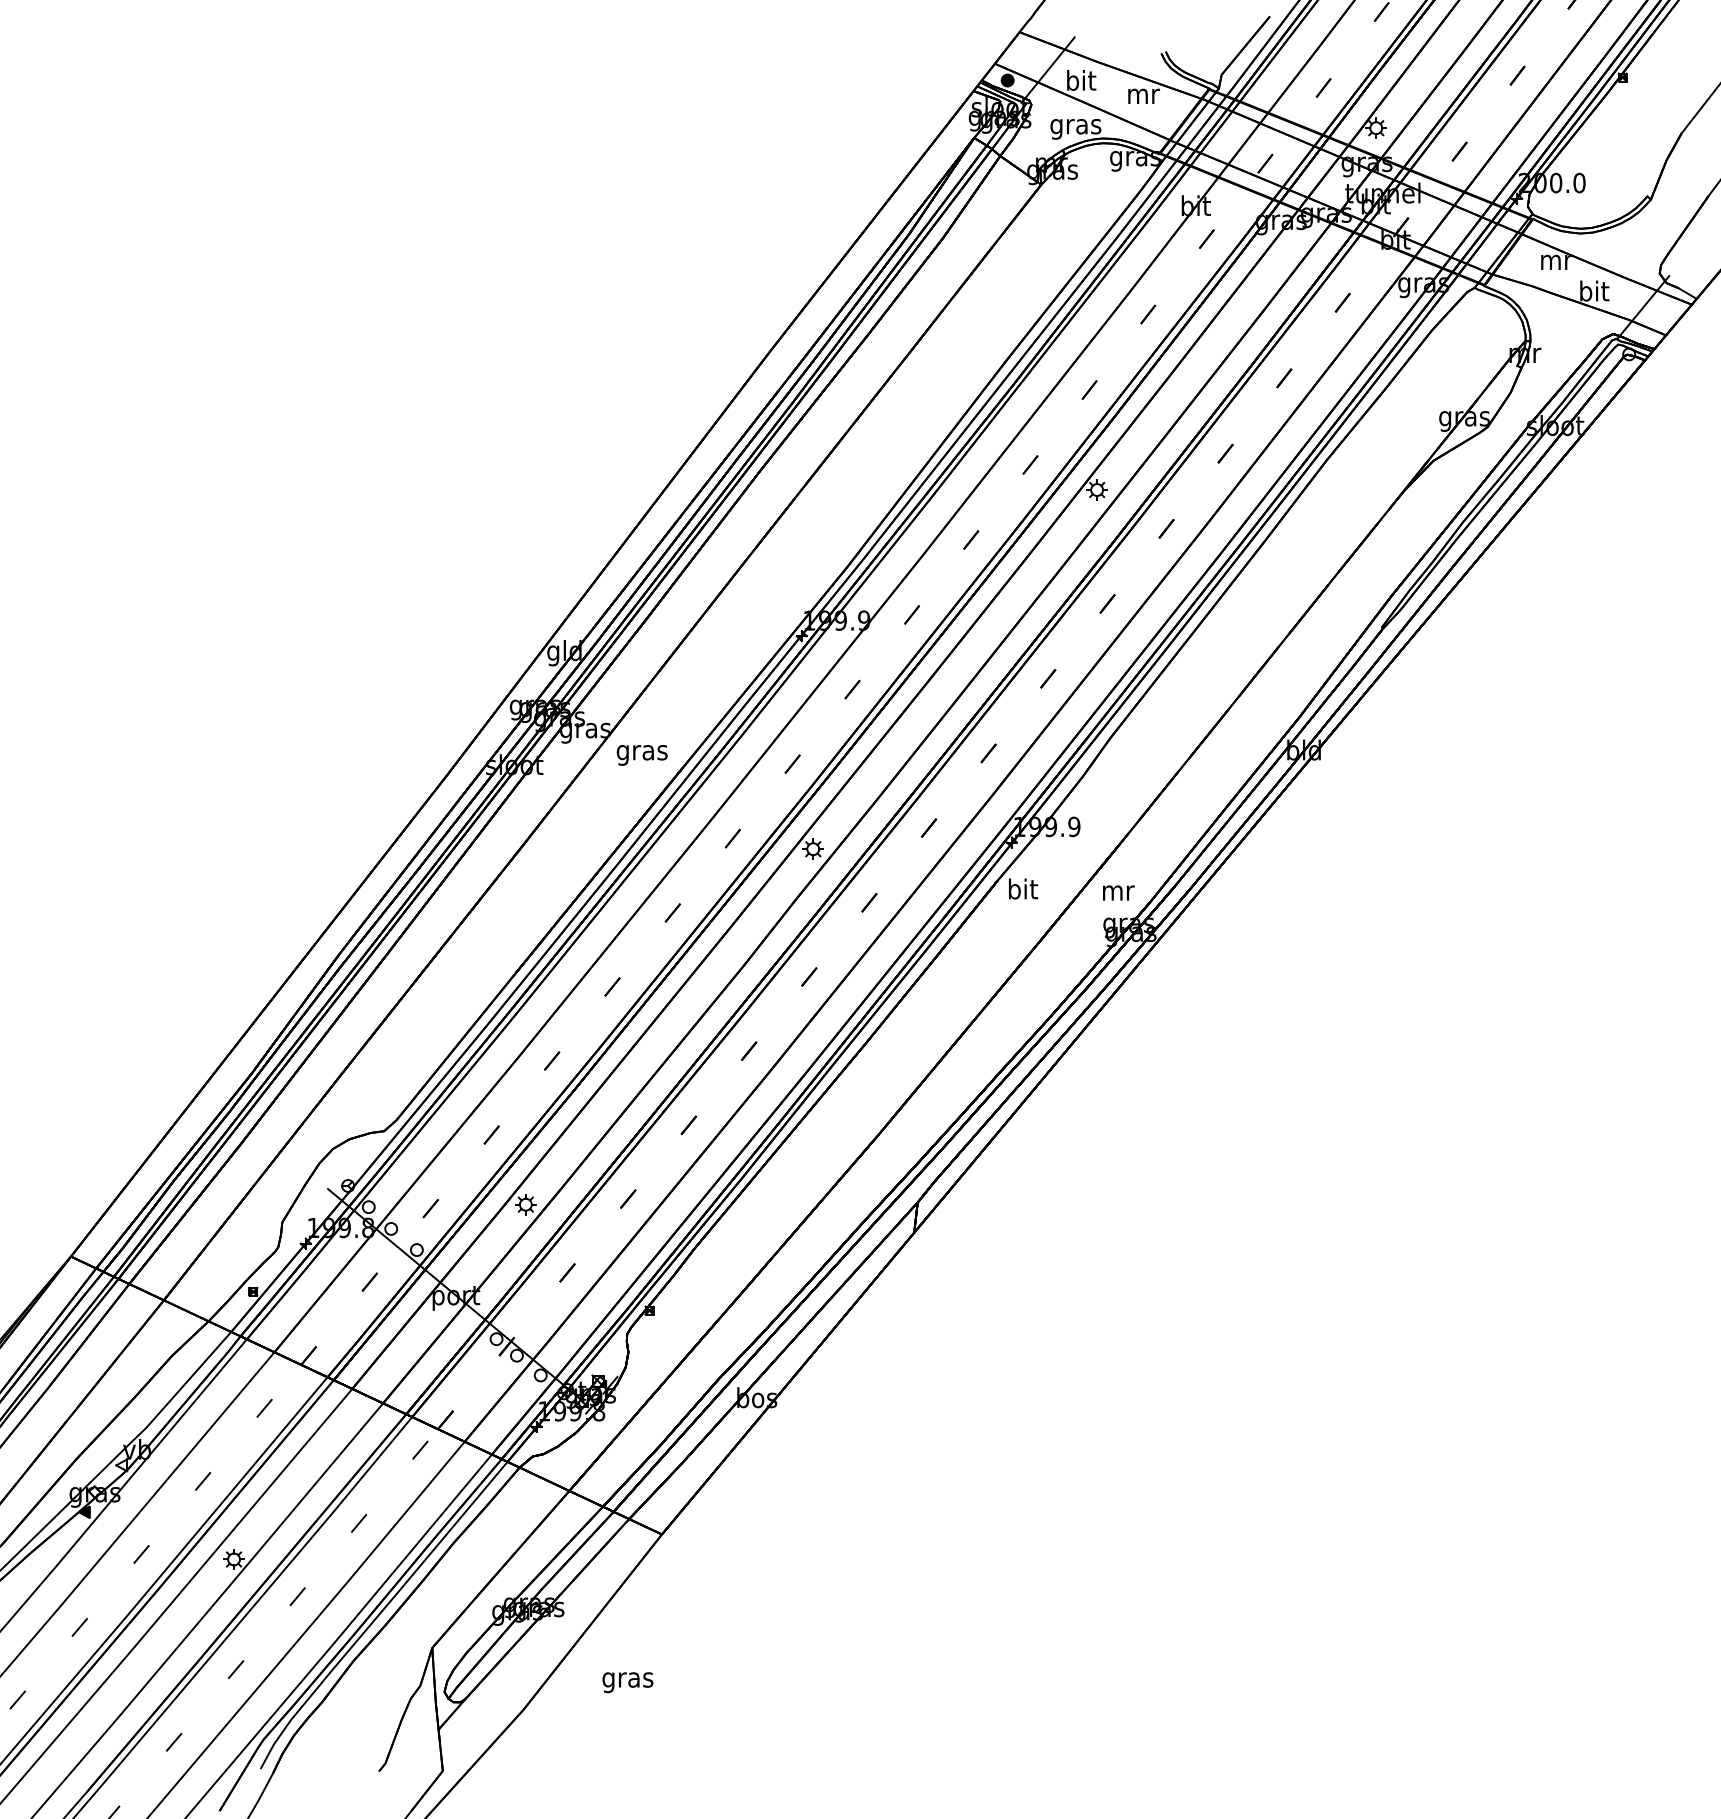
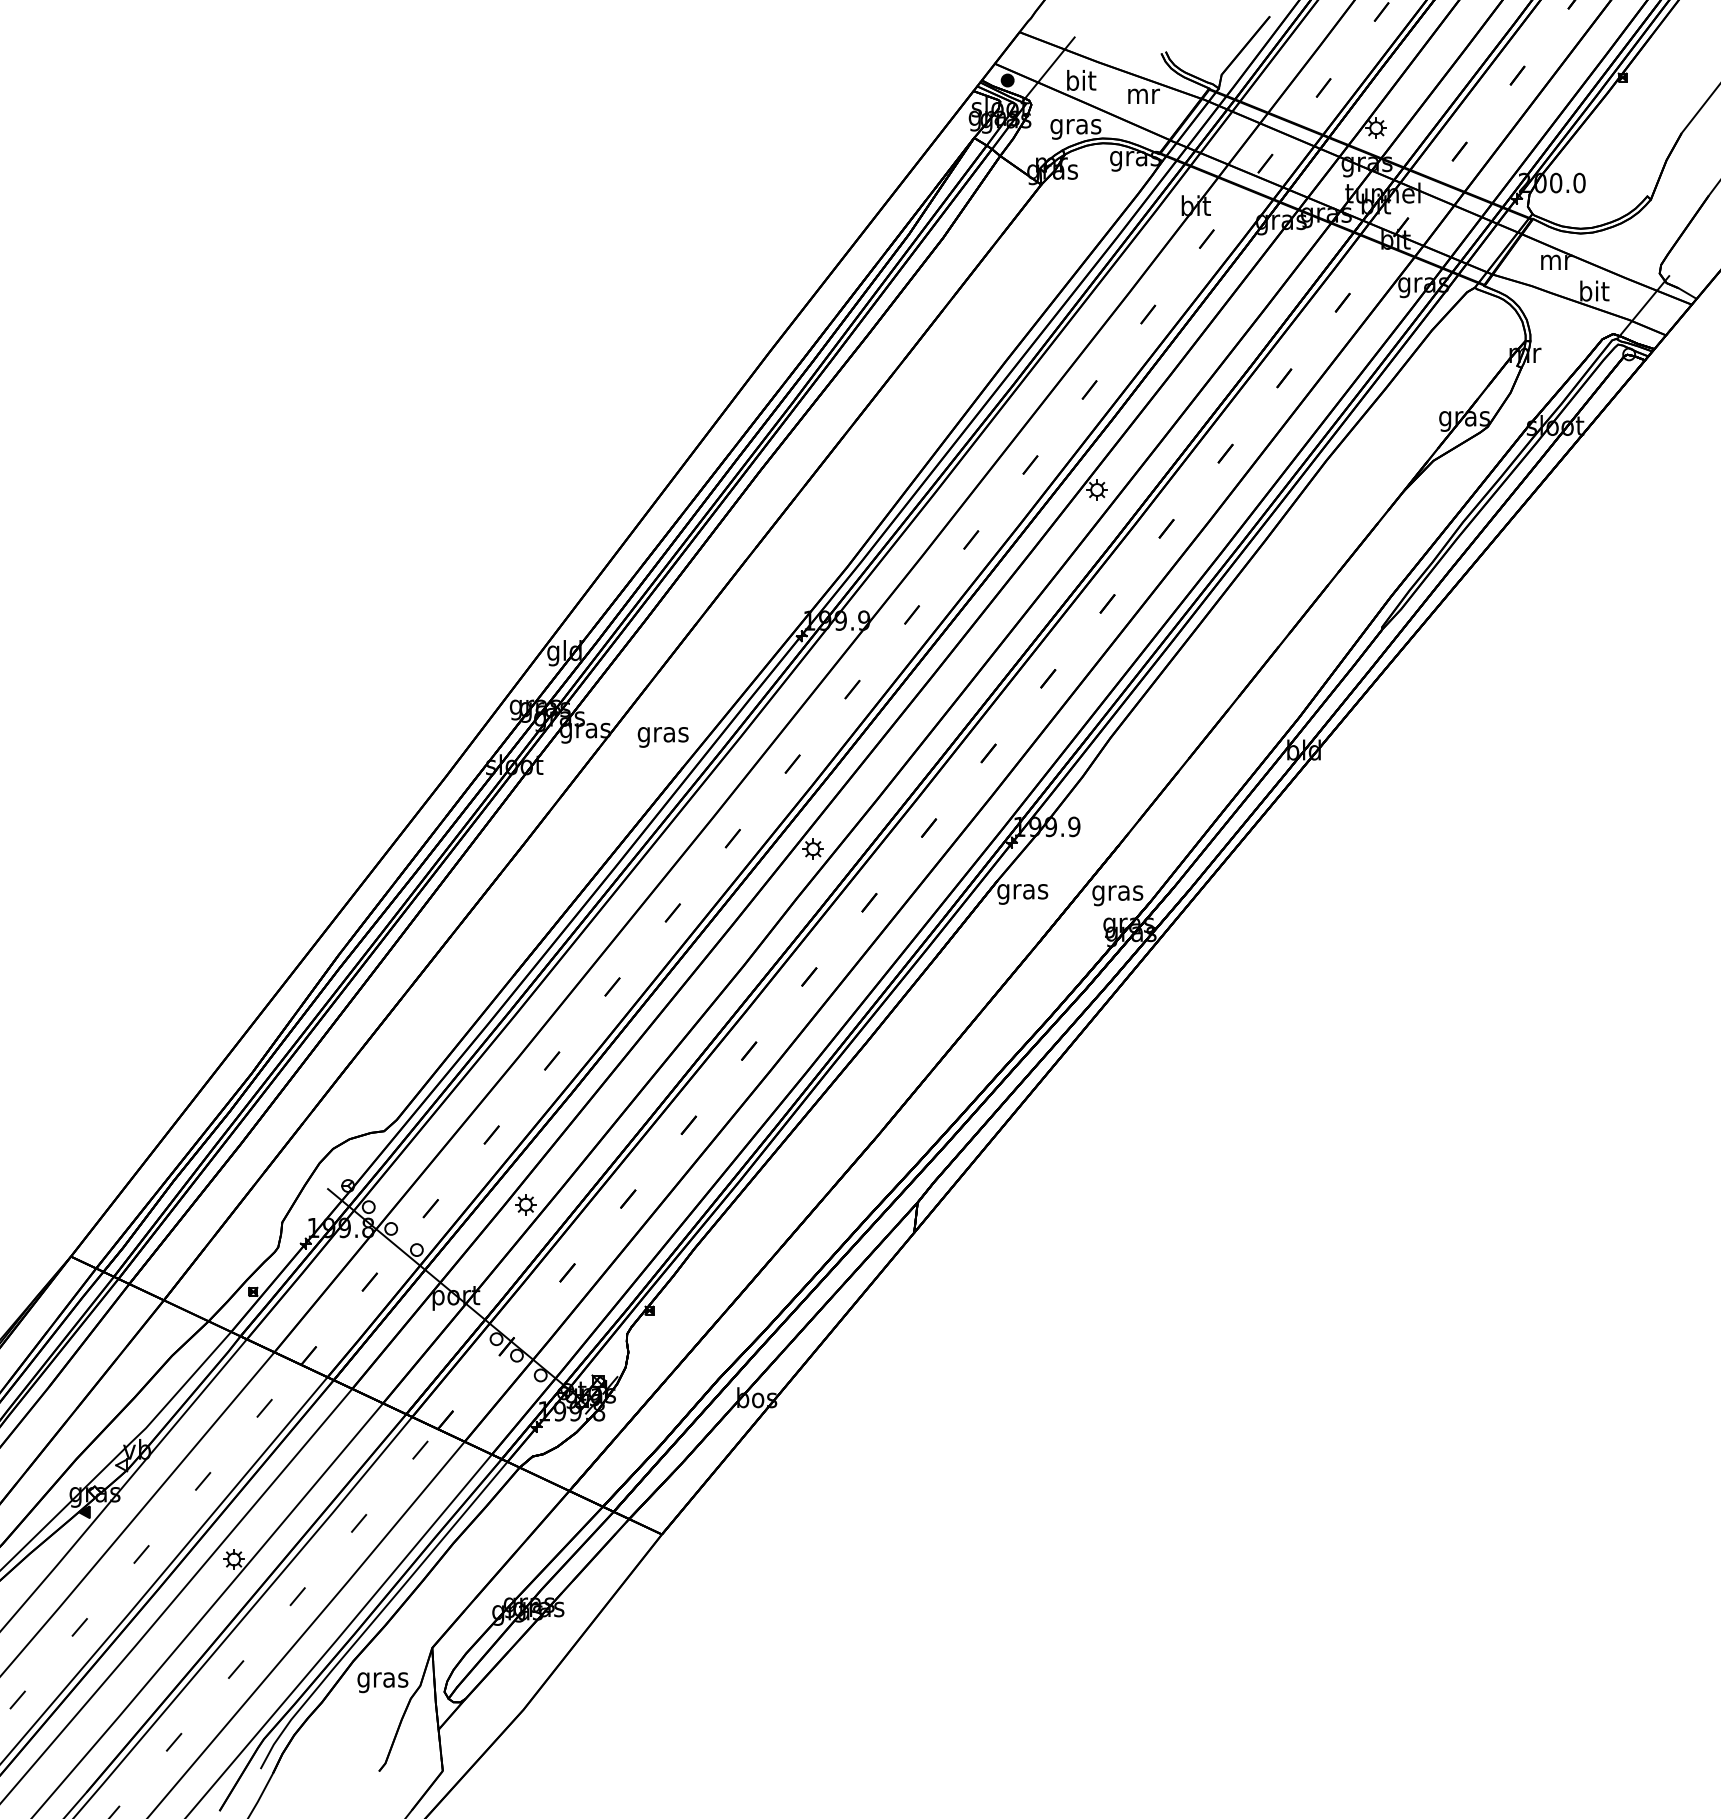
text at (641, 755) position: (641, 755) -> (662, 737)
text at (1022, 891): bit -> gras
text at (1117, 895): mr -> gras
text at (627, 1682) position: (627, 1682) -> (382, 1682)
